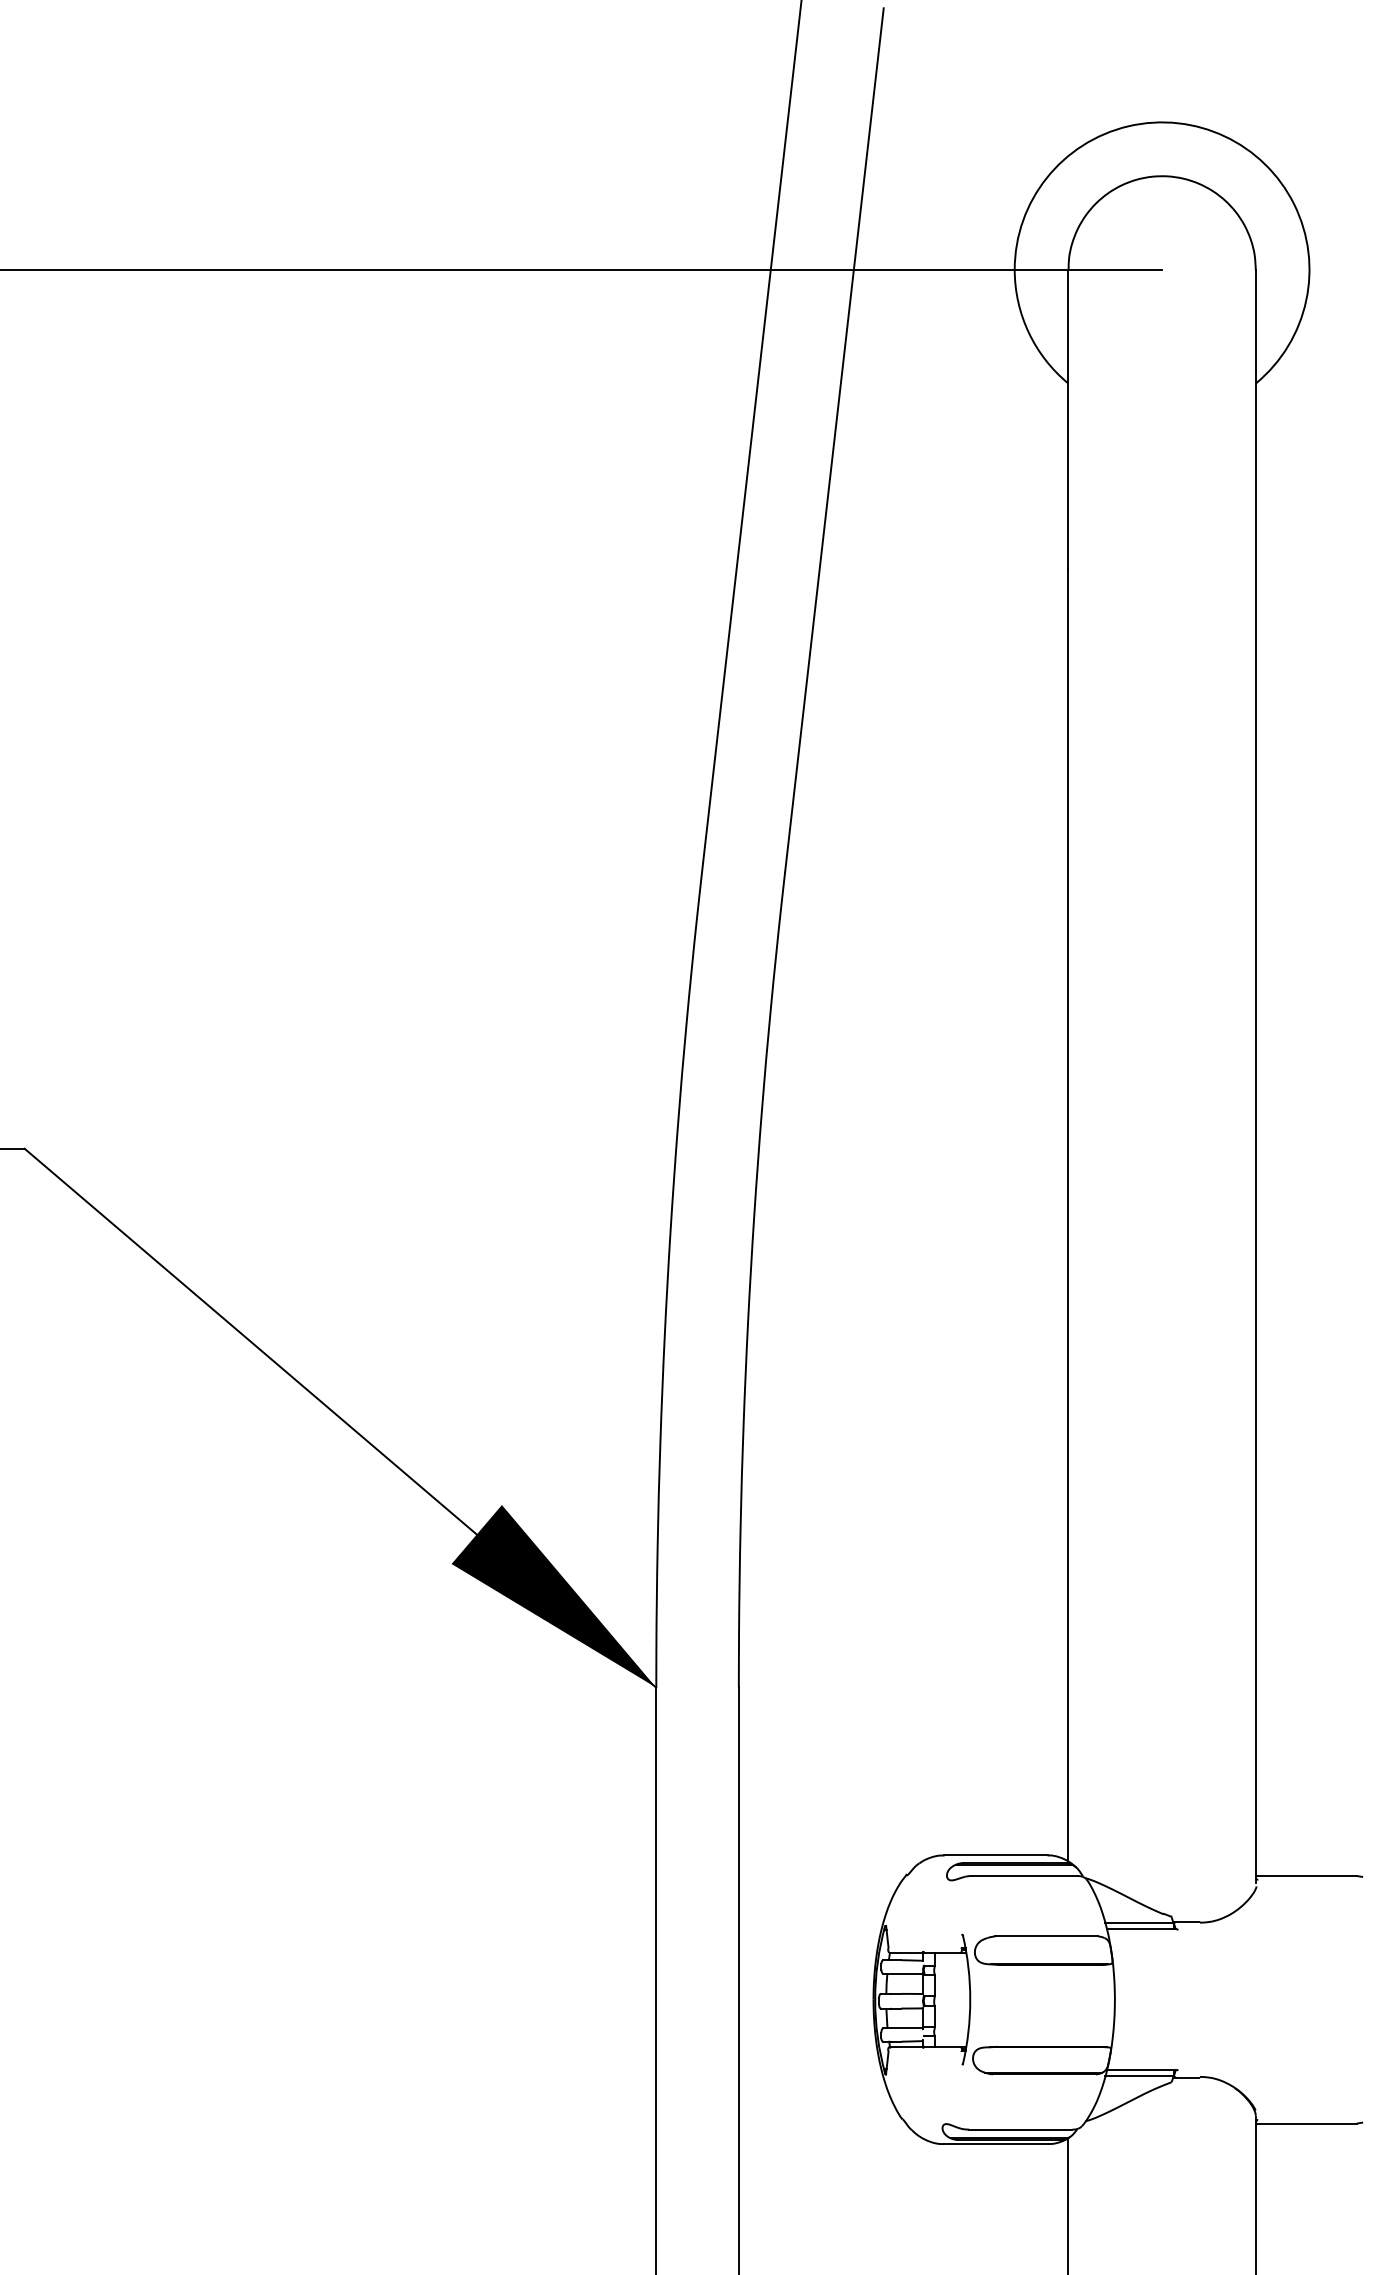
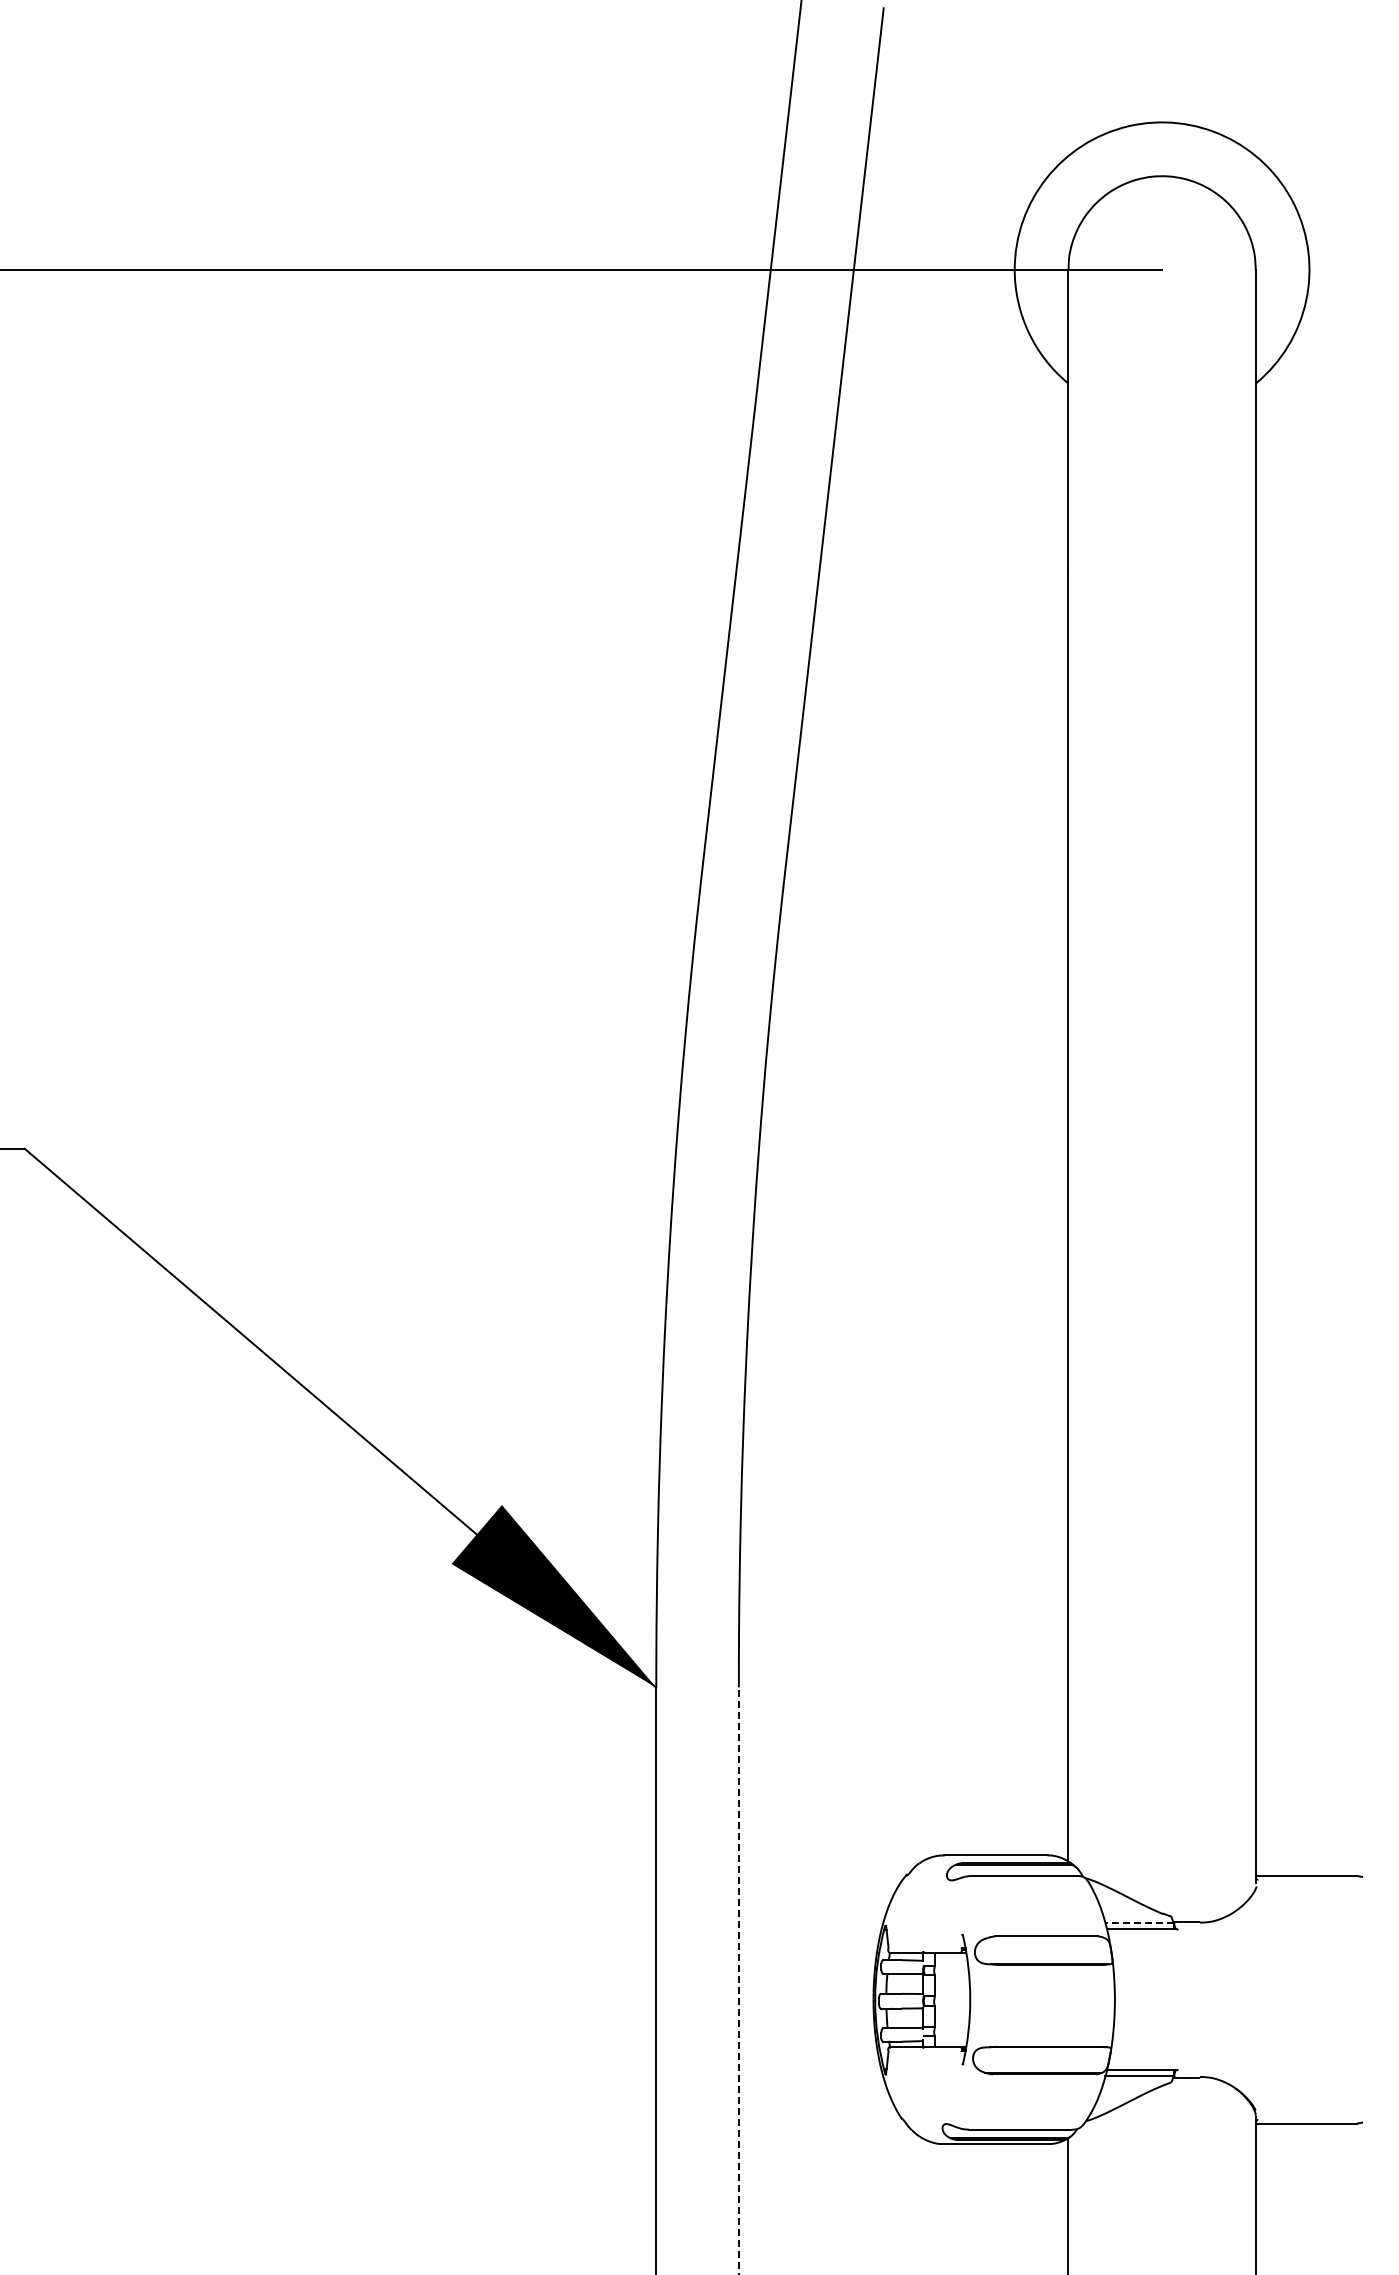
line at (1138, 1923): solid -> dashed
line at (738, 1980): solid -> dashed
